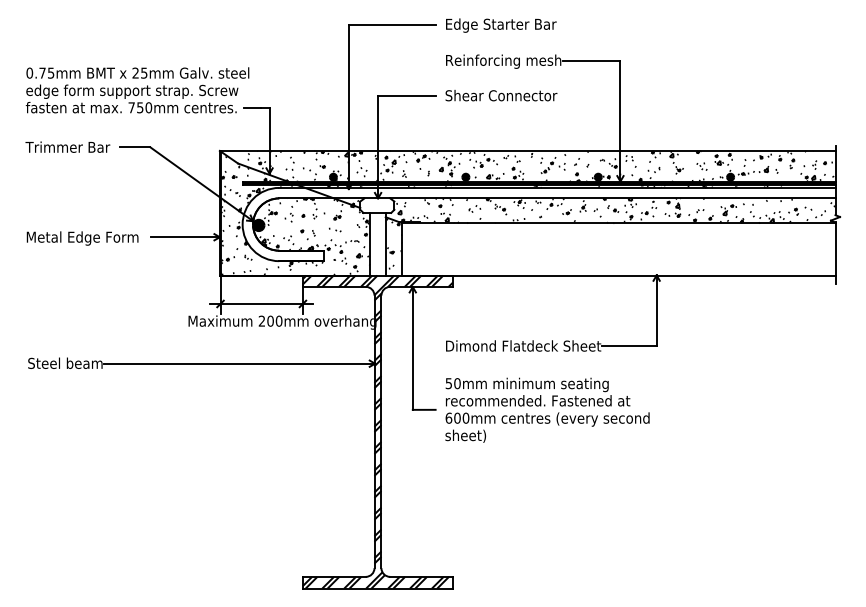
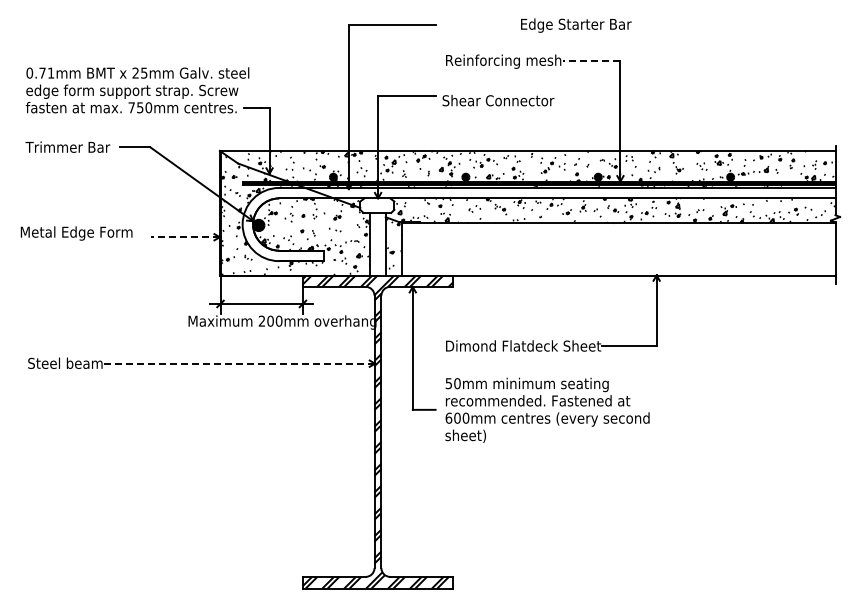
text at (501, 25) position: (501, 25) -> (576, 25)
line at (591, 60): solid -> dashed
text at (51, 72): 0.75mm -> 0.71mm
text at (501, 95) position: (501, 95) -> (498, 100)
line at (185, 237): solid -> dashed
text at (82, 238) position: (82, 238) -> (76, 233)
line at (239, 363): solid -> dashed
